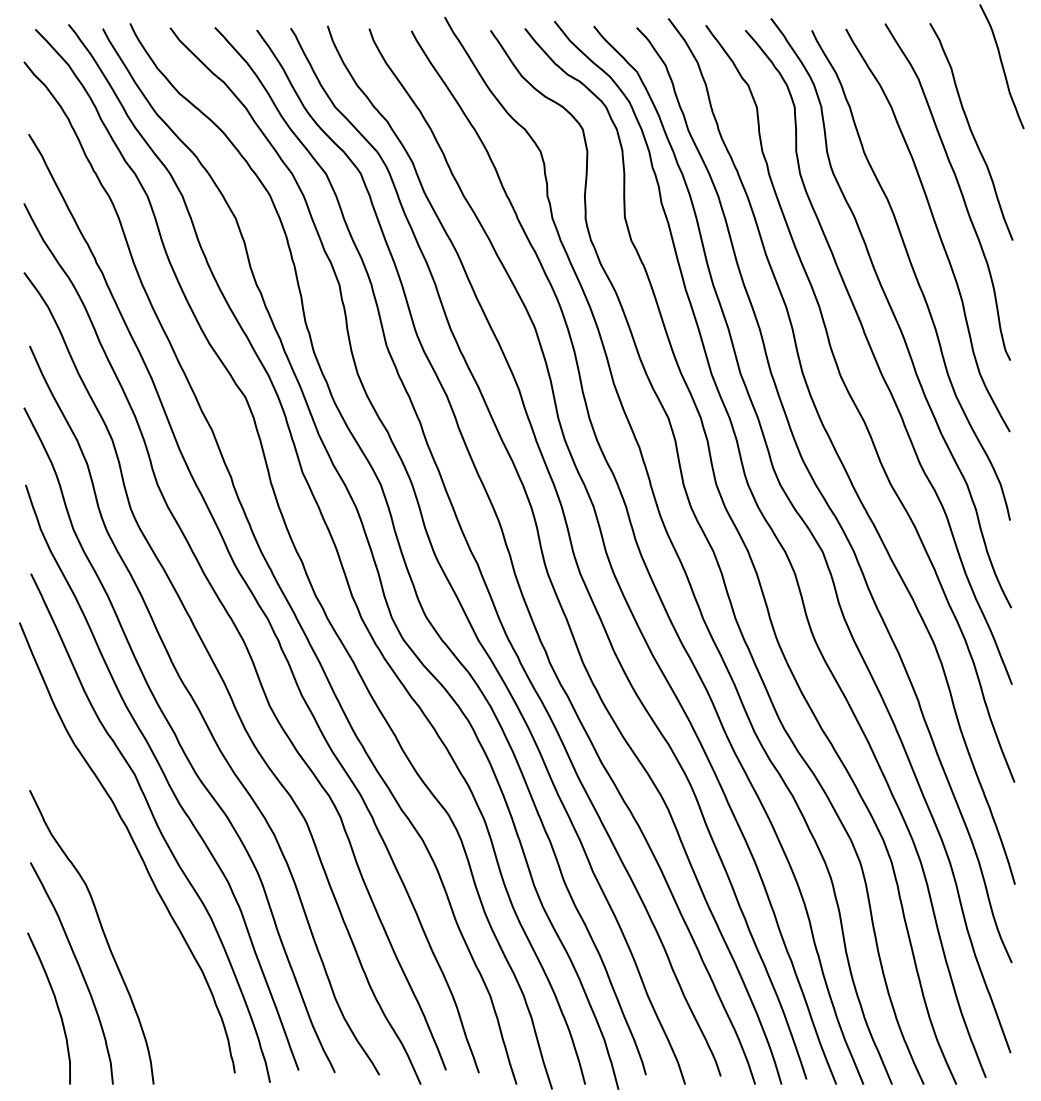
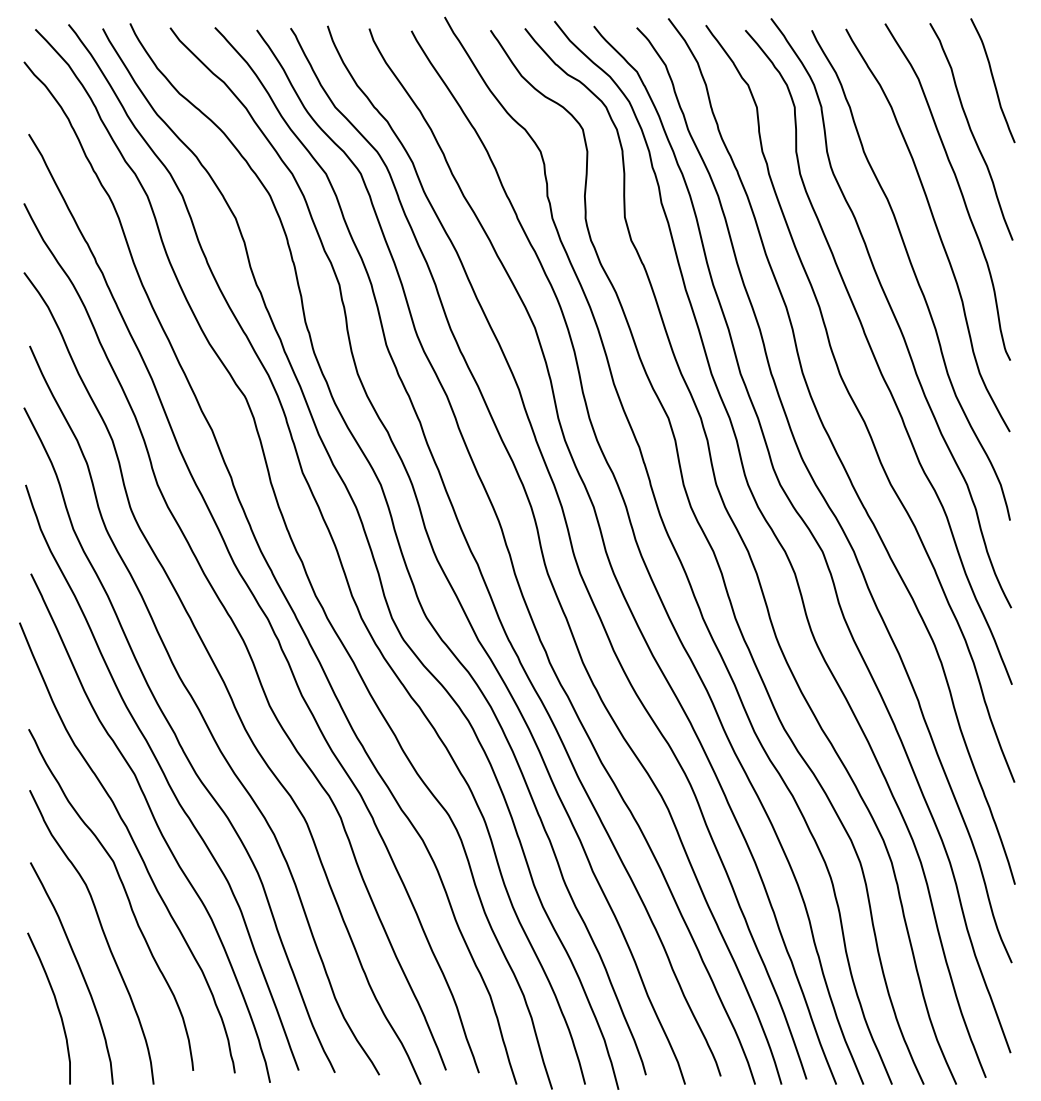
curve at (1001, 66) position: (1001, 66) -> (992, 80)
curve at (125, 894): none -> present
